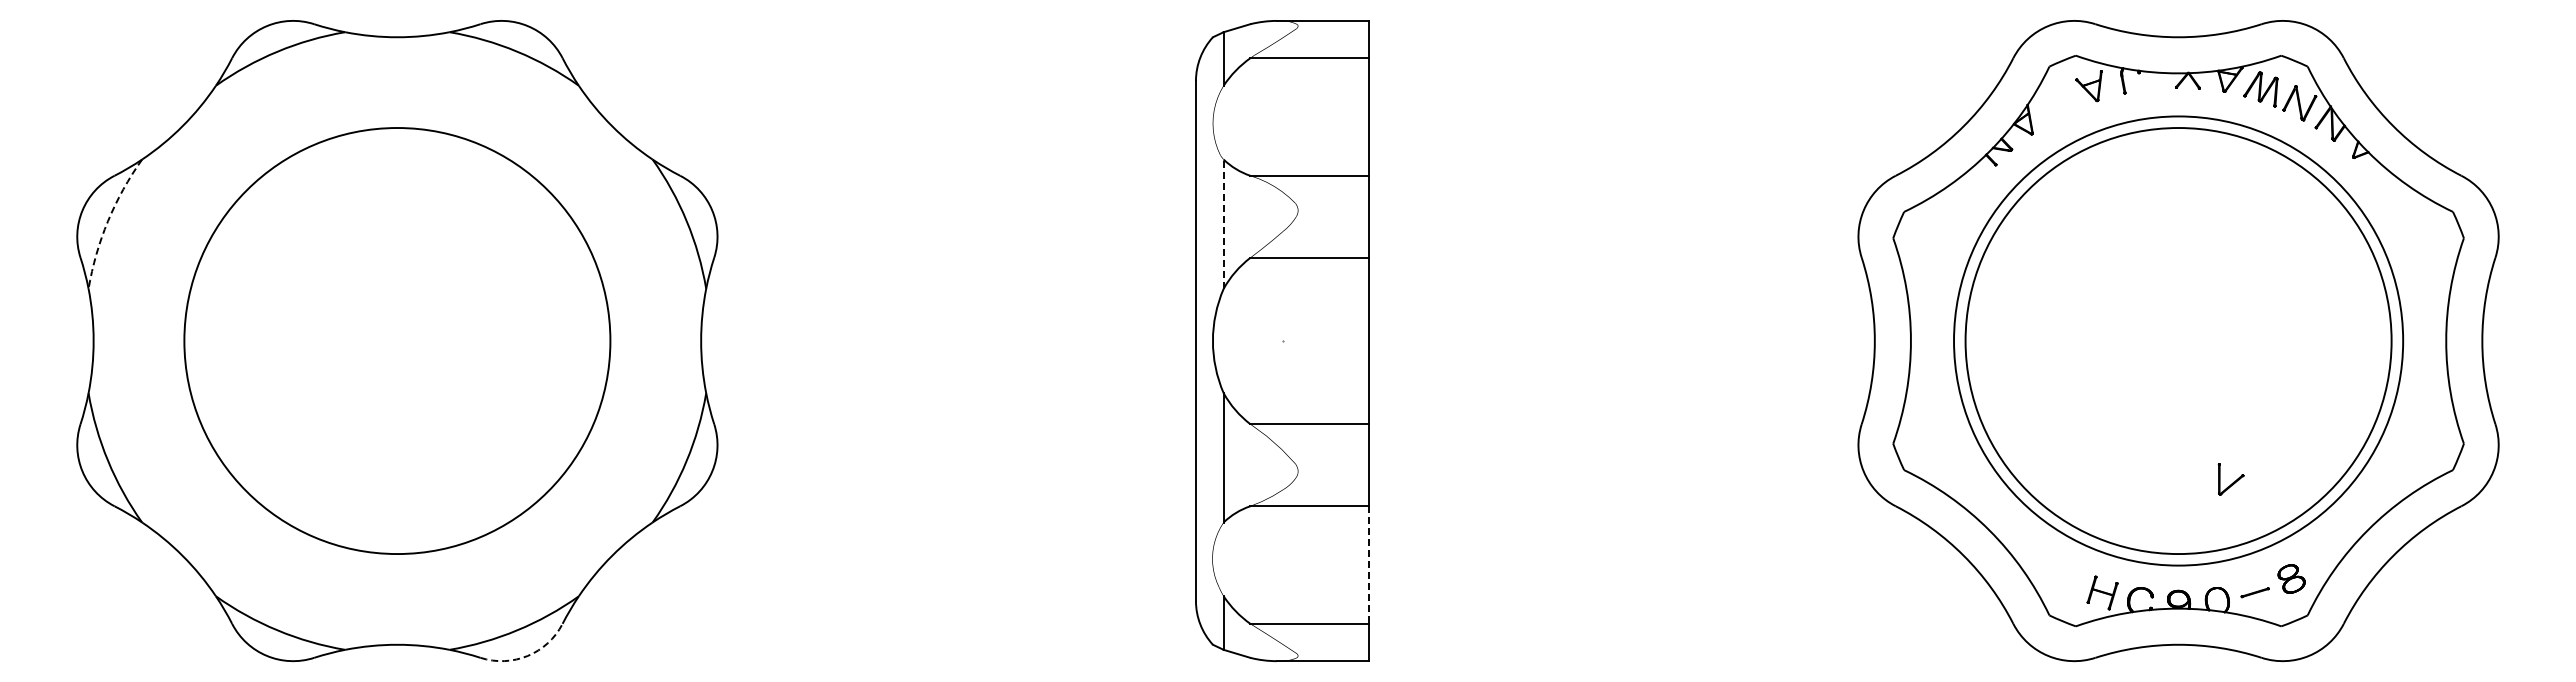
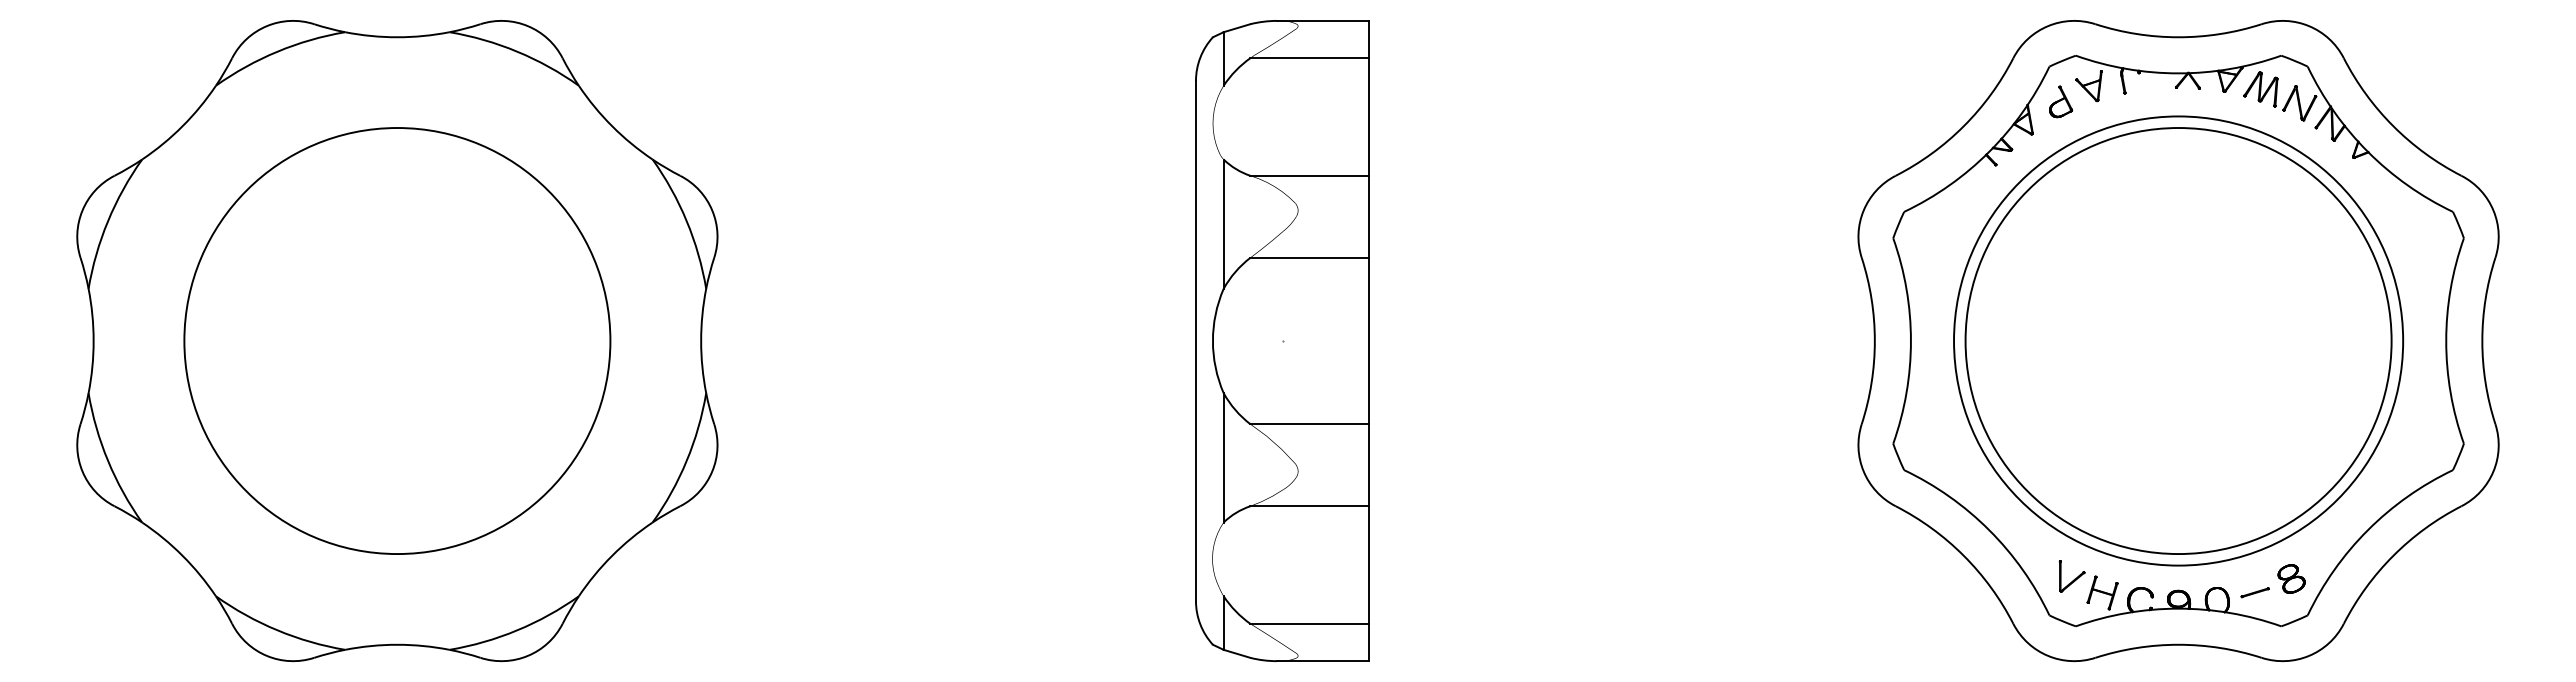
part at (2061, 101): none -> present
arc at (108, 221): dashed -> solid
line at (1223, 224): dashed -> solid
part at (2230, 479) position: (2230, 479) -> (2071, 576)
line at (1369, 565): dashed -> solid
arc at (527, 655): dashed -> solid
